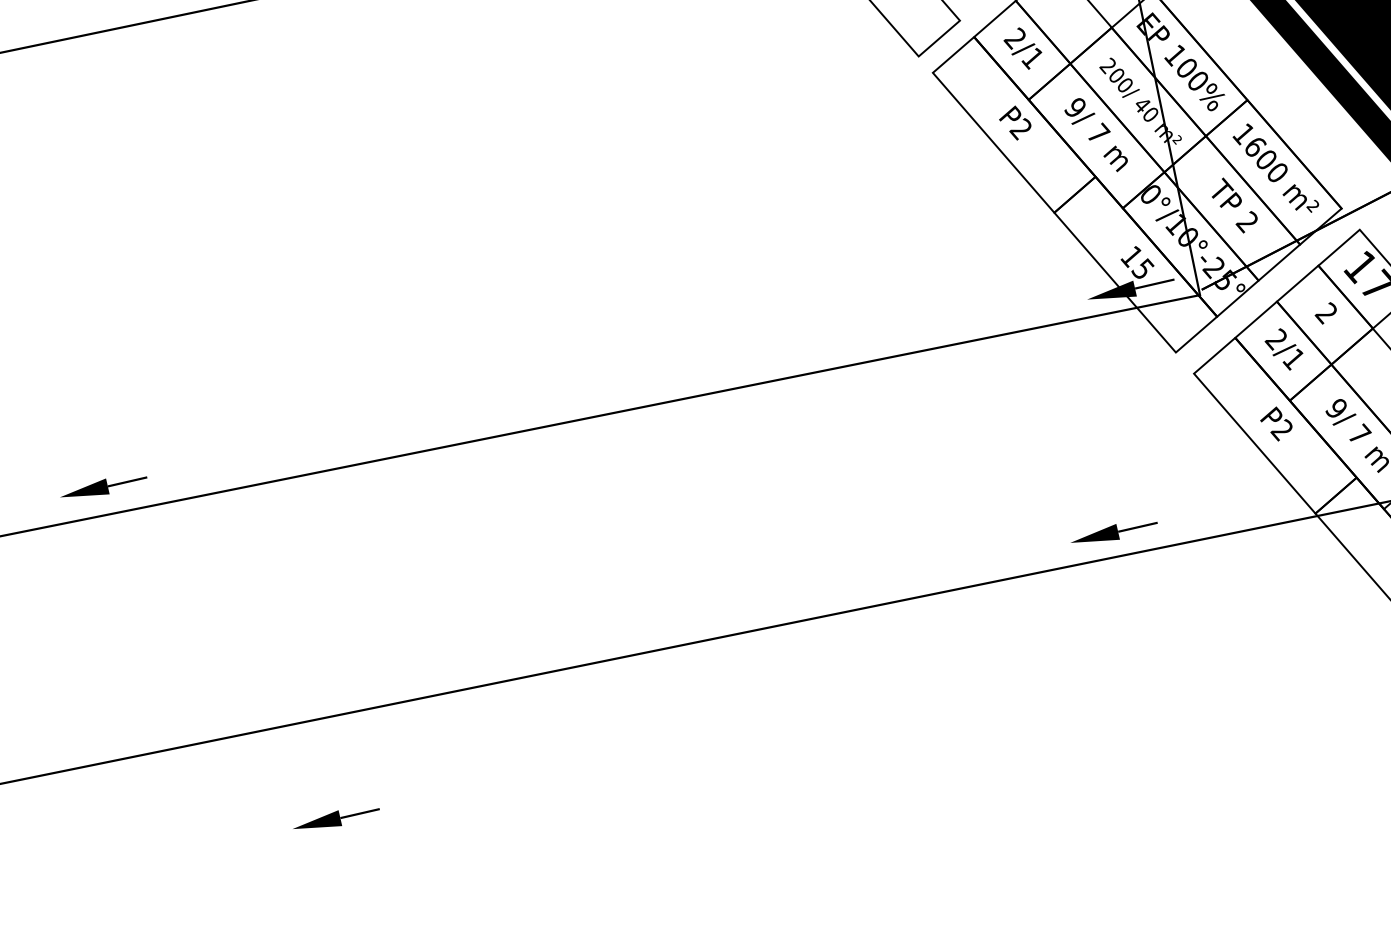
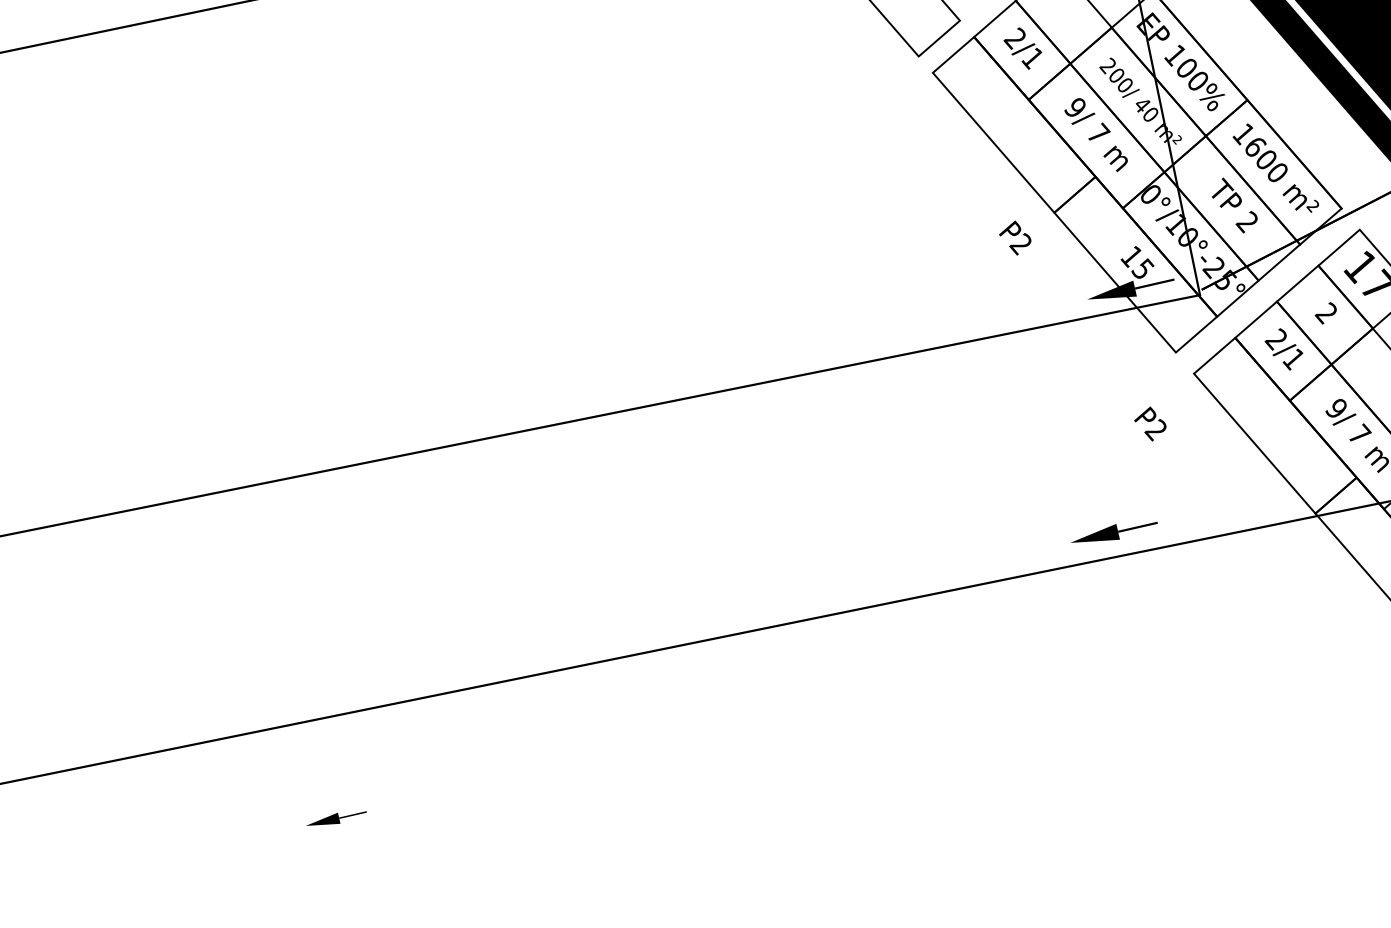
text at (1015, 122) position: (1015, 122) -> (1015, 237)
text at (1276, 423) position: (1276, 423) -> (1150, 423)
part at (103, 486): present -> none
part at (336, 818) size: 87x21 px -> 61x15 px
